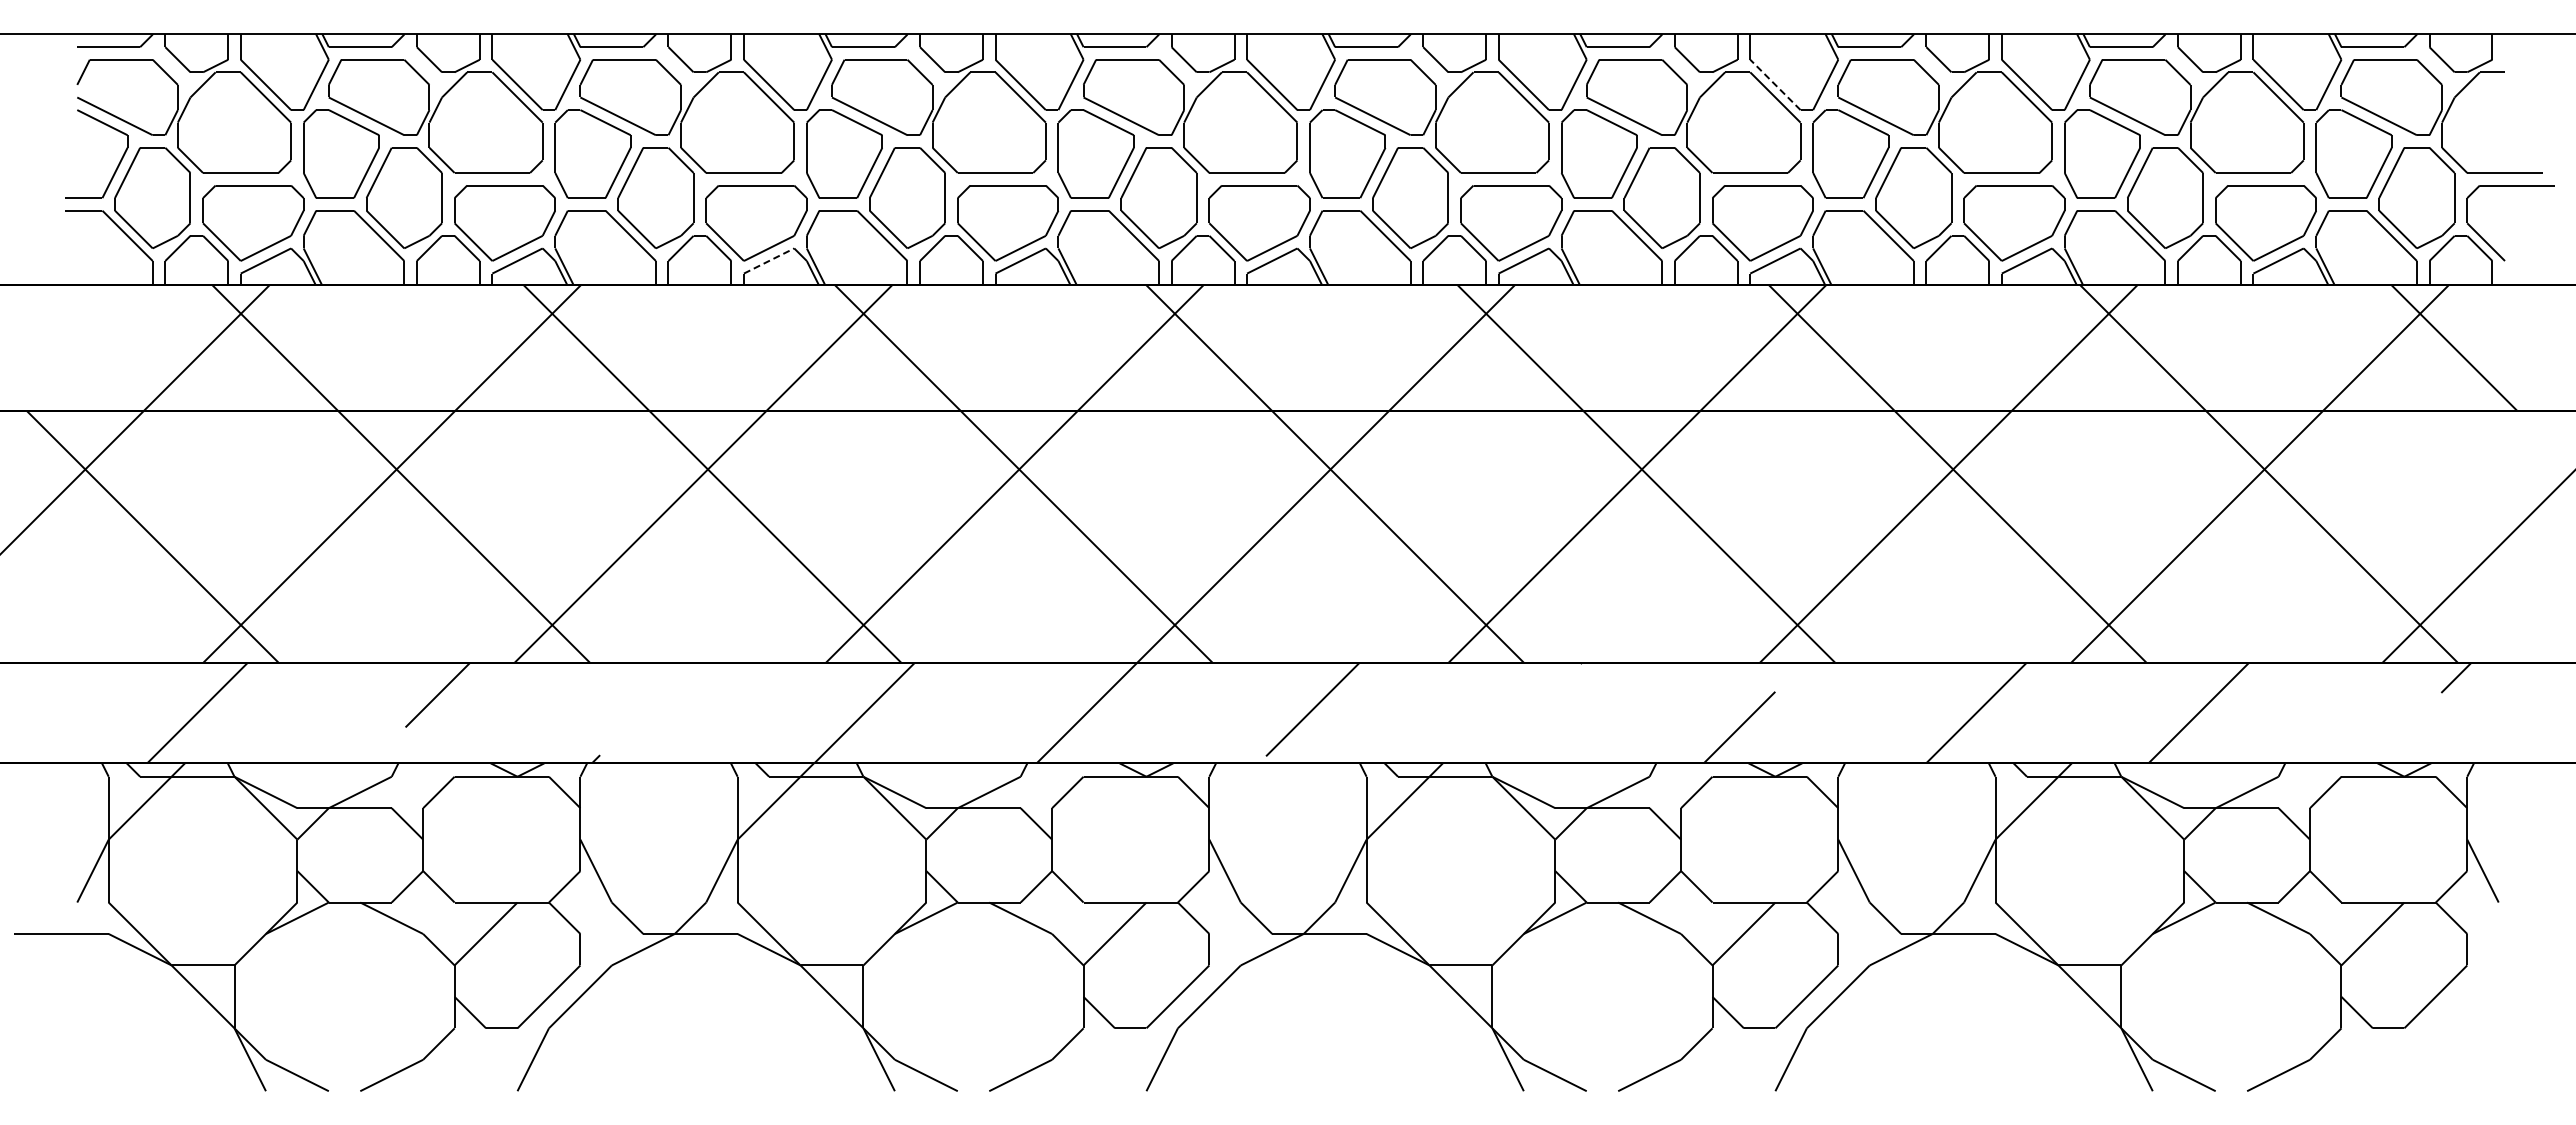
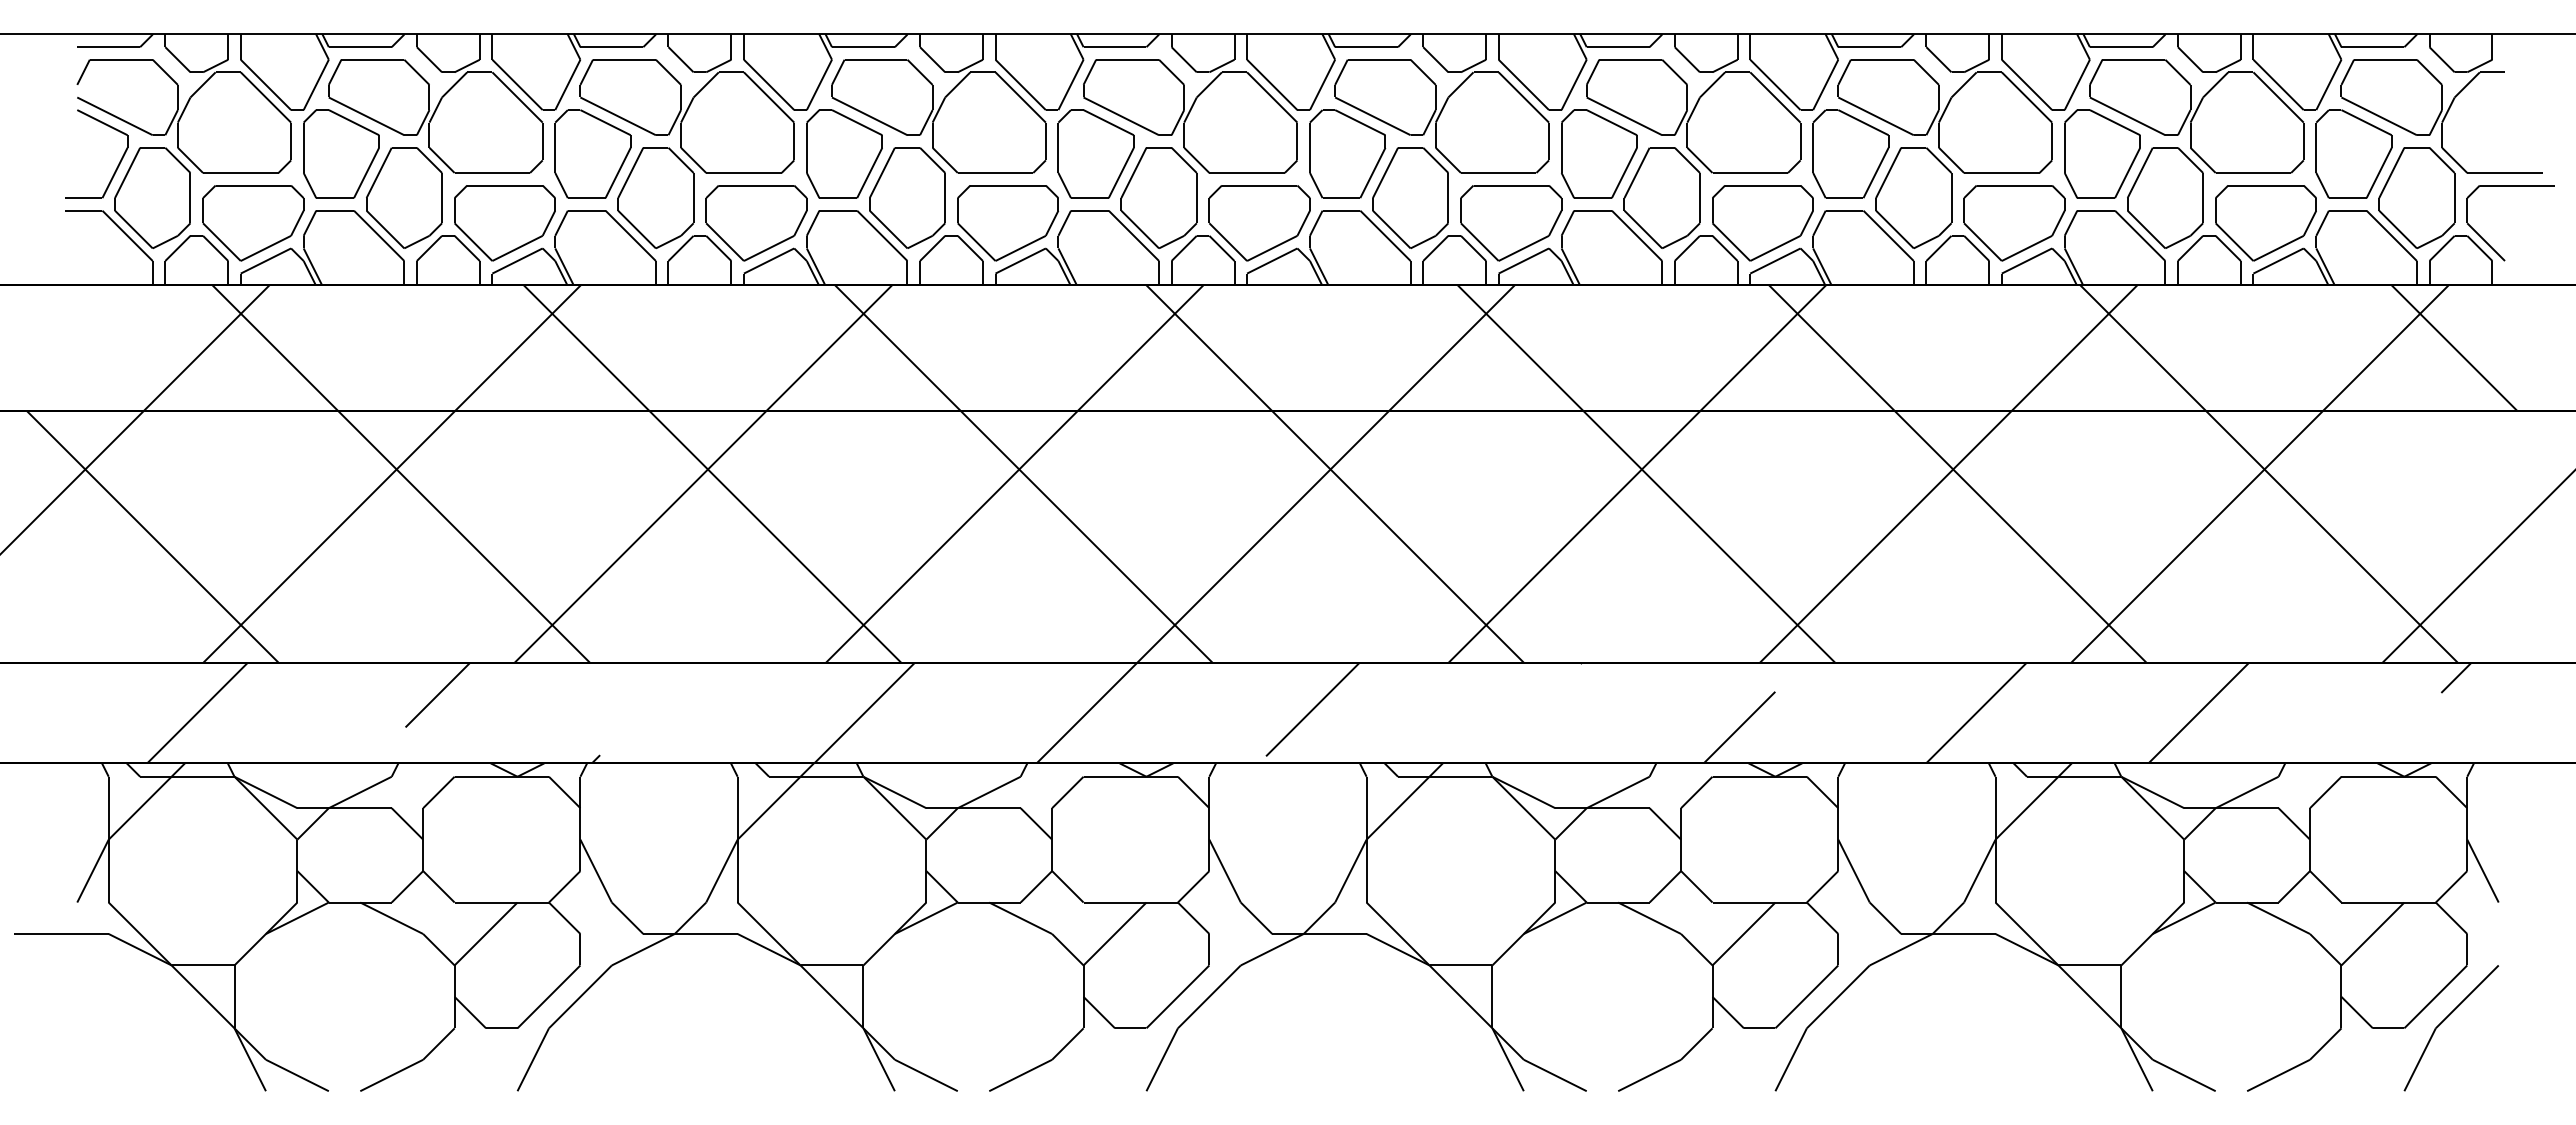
line at (1775, 84): dashed -> solid
line at (769, 260): dashed -> solid
part at (2444, 1021): none -> present
